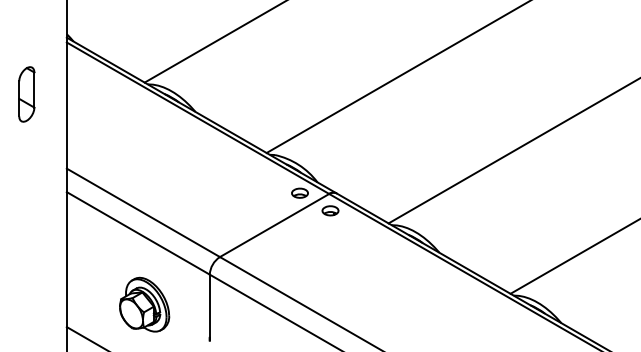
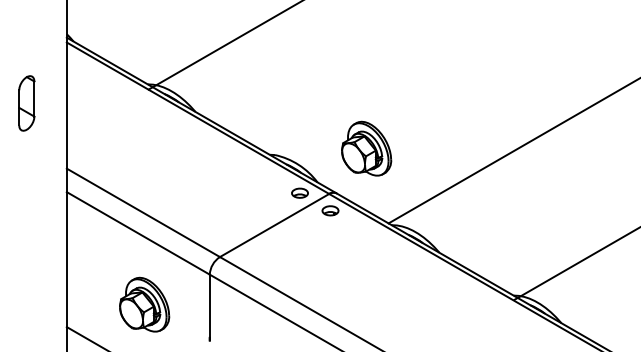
line at (214, 42) position: (214, 42) -> (224, 45)
line at (397, 77): present -> none
part at (26, 94) position: (26, 94) -> (26, 103)
part at (366, 148): none -> present
line at (573, 256) position: (573, 256) -> (575, 263)
